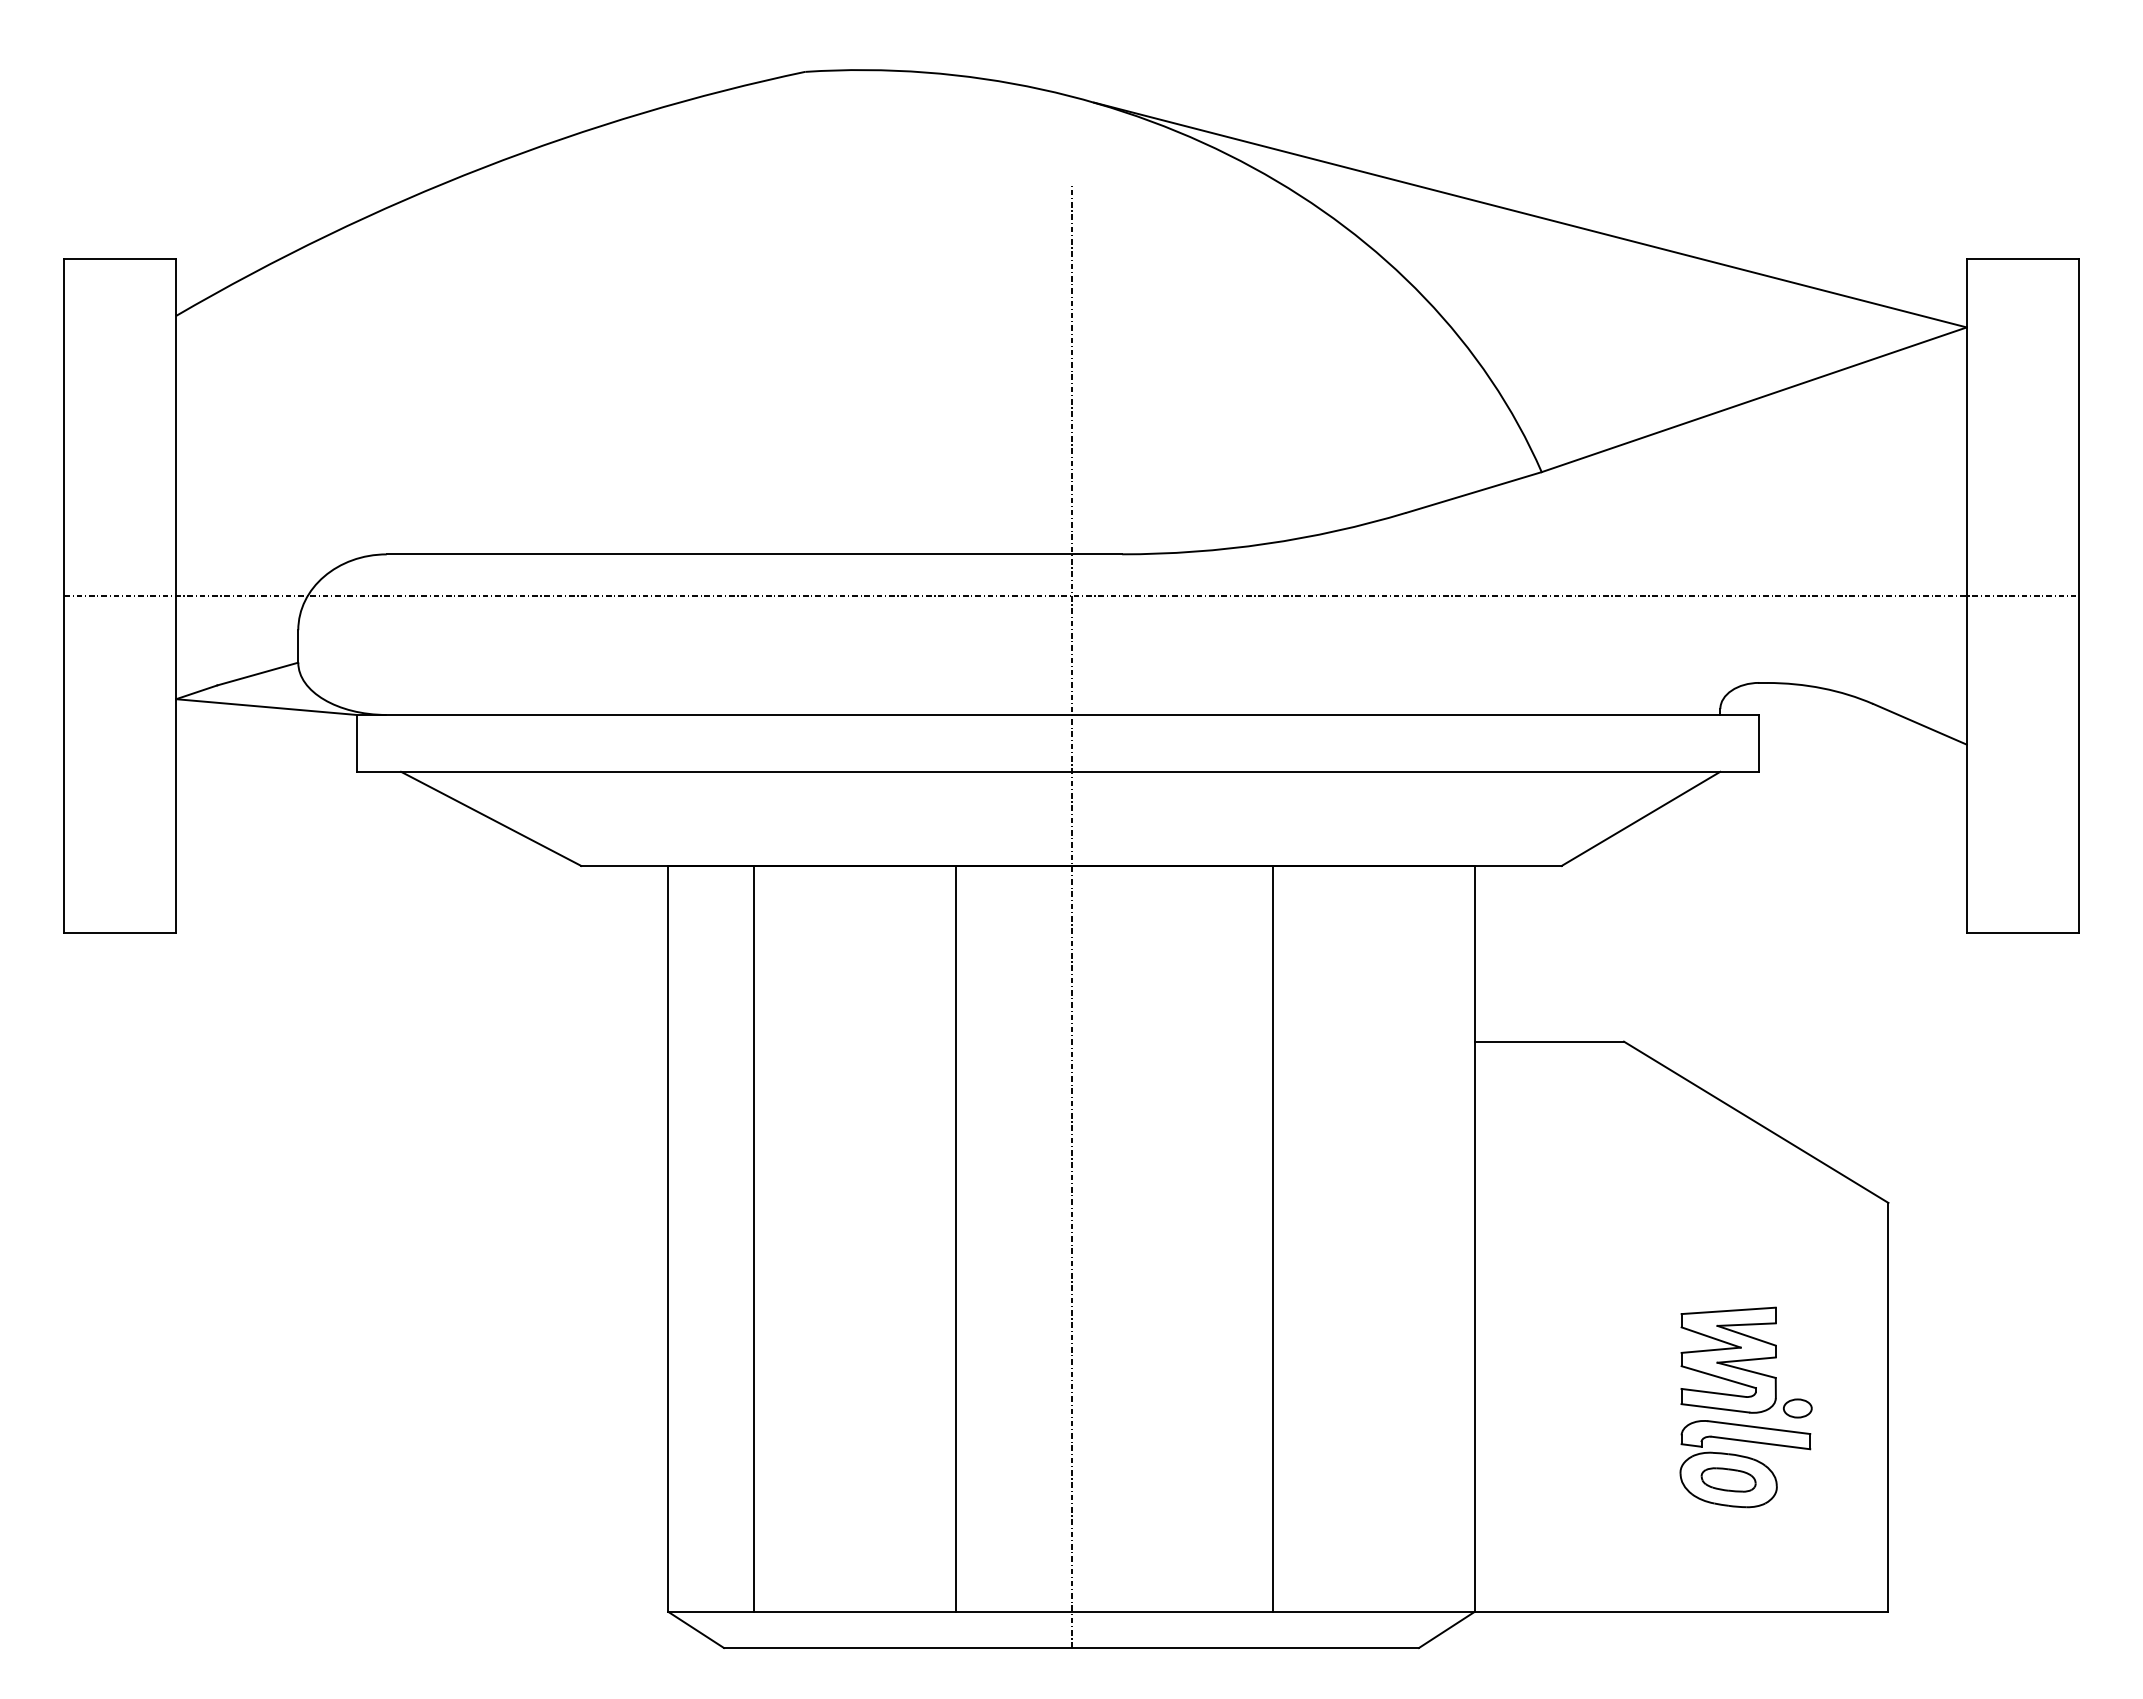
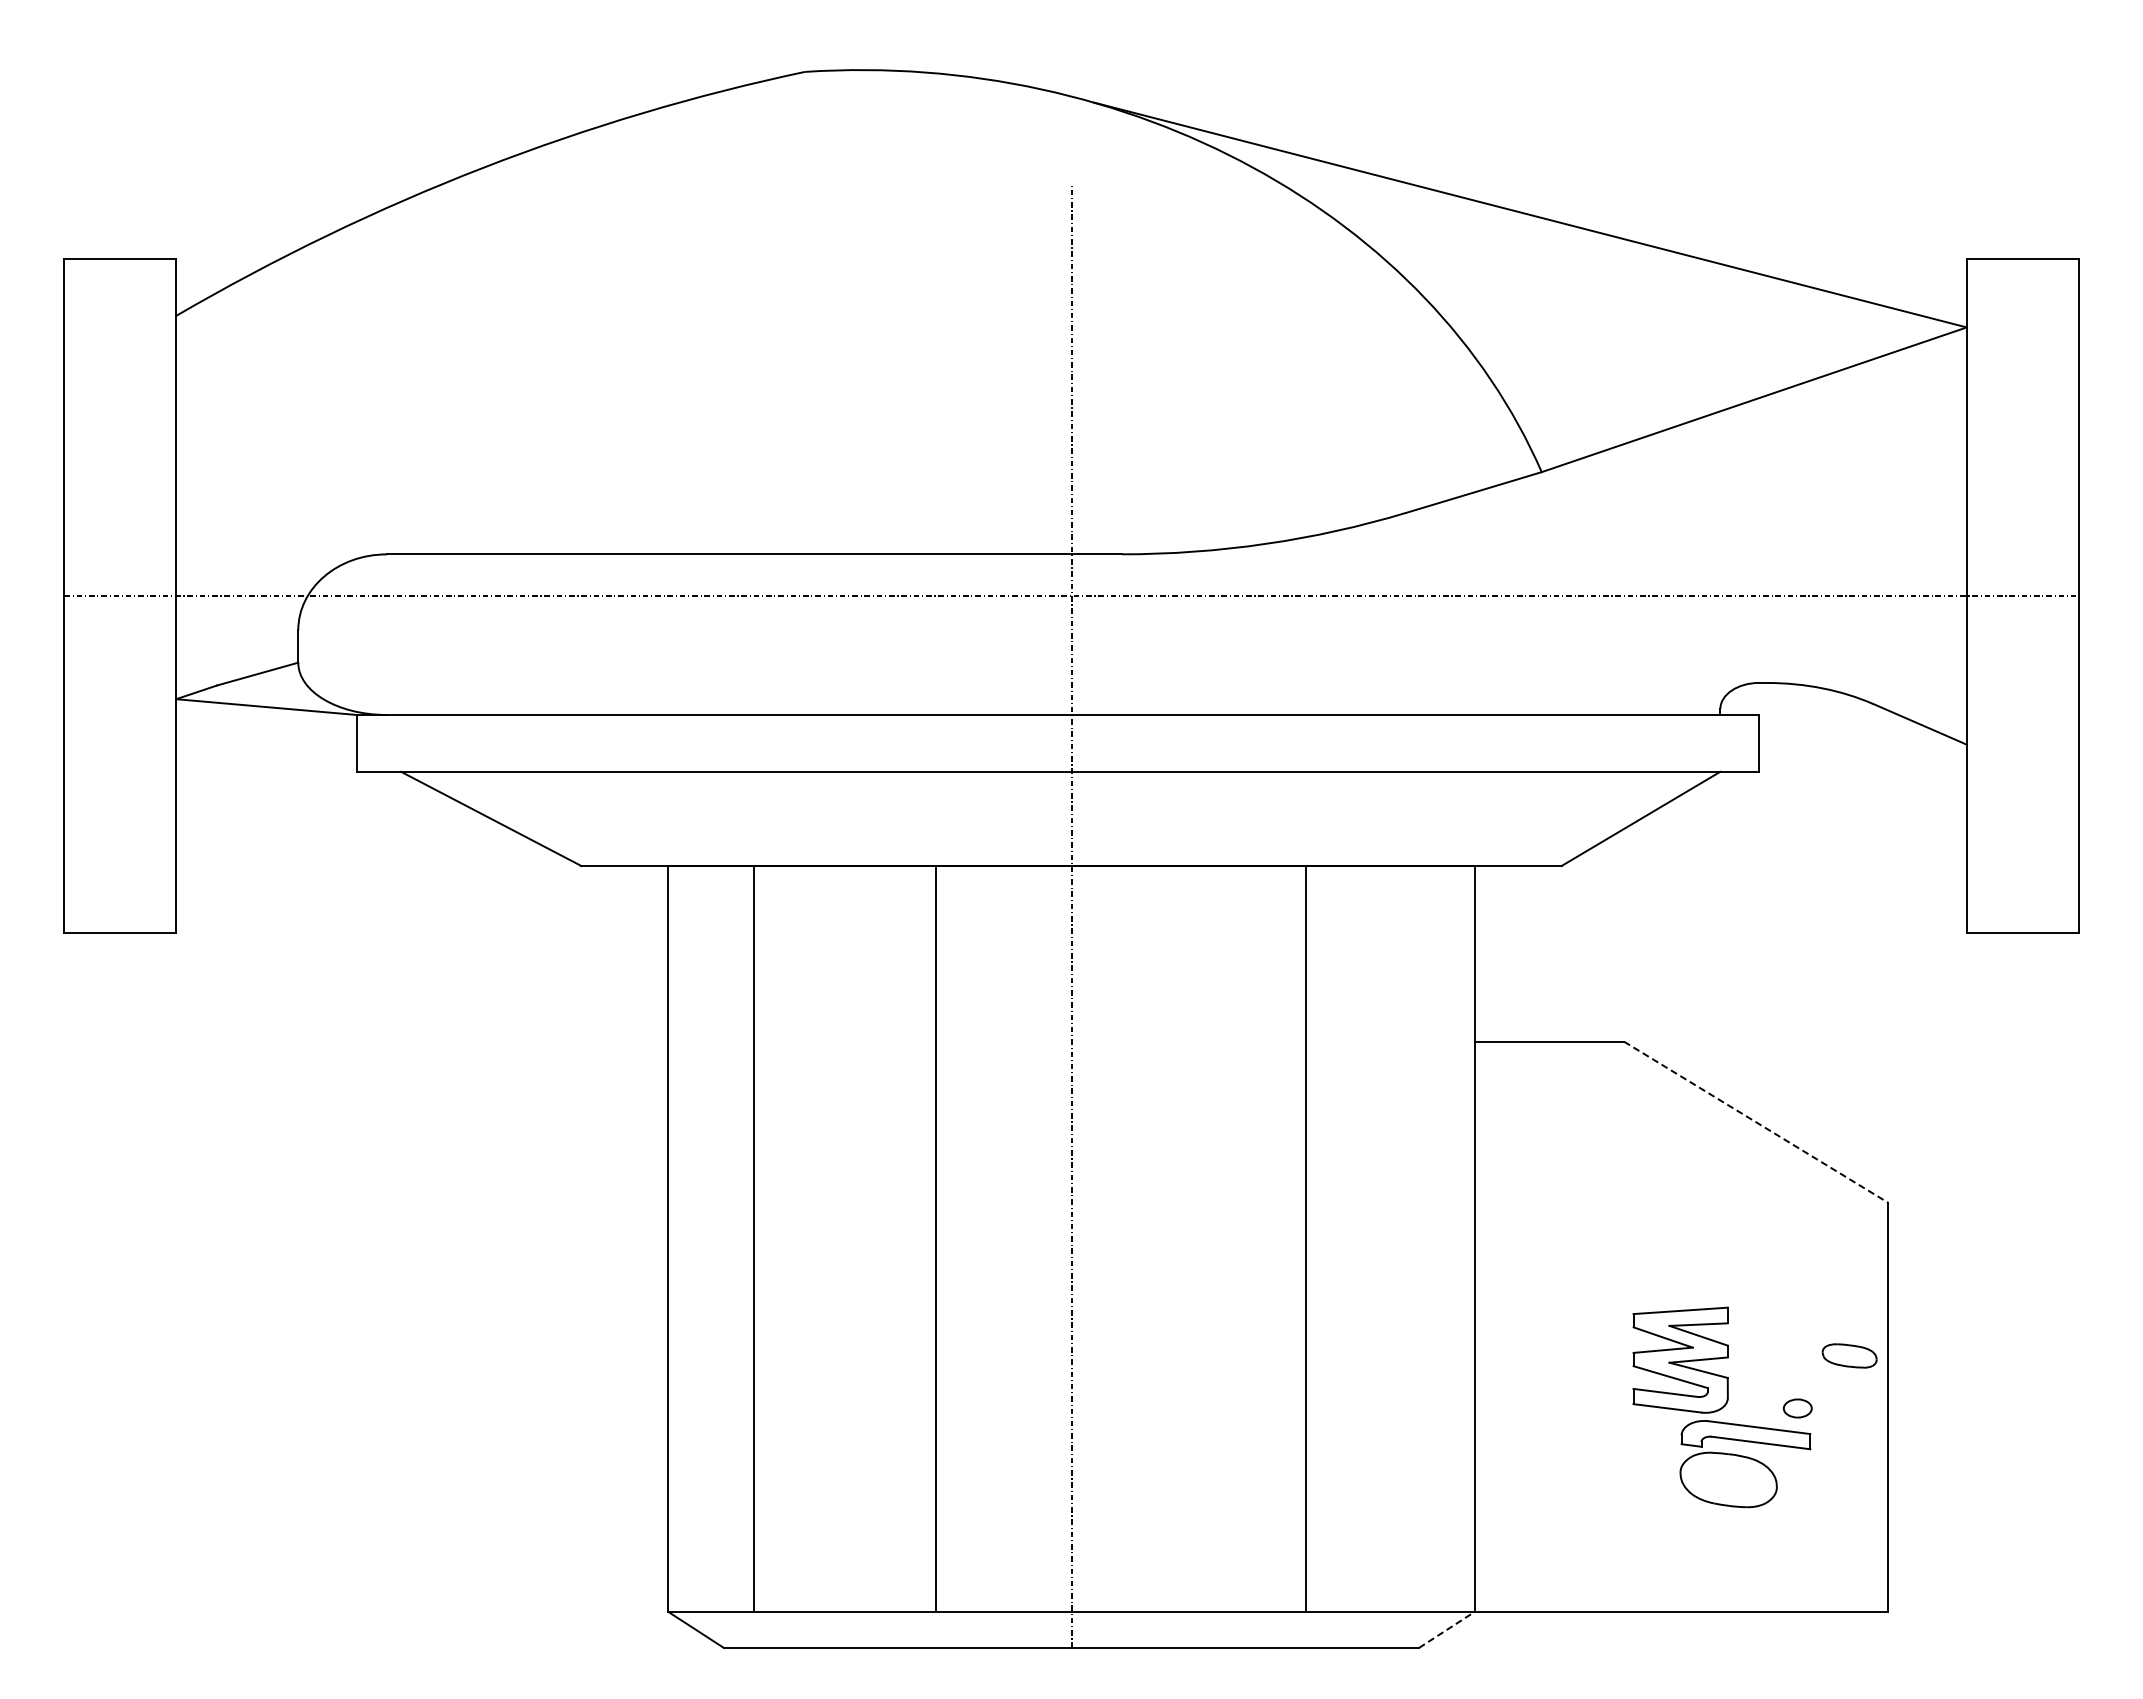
line at (1756, 1122): solid -> dashed
line at (955, 1238) position: (955, 1238) -> (935, 1238)
line at (1273, 1238) position: (1273, 1238) -> (1306, 1238)
part at (1728, 1359) position: (1728, 1359) -> (1680, 1359)
part at (1728, 1479) position: (1728, 1479) -> (1849, 1355)
line at (1447, 1629): solid -> dashed
